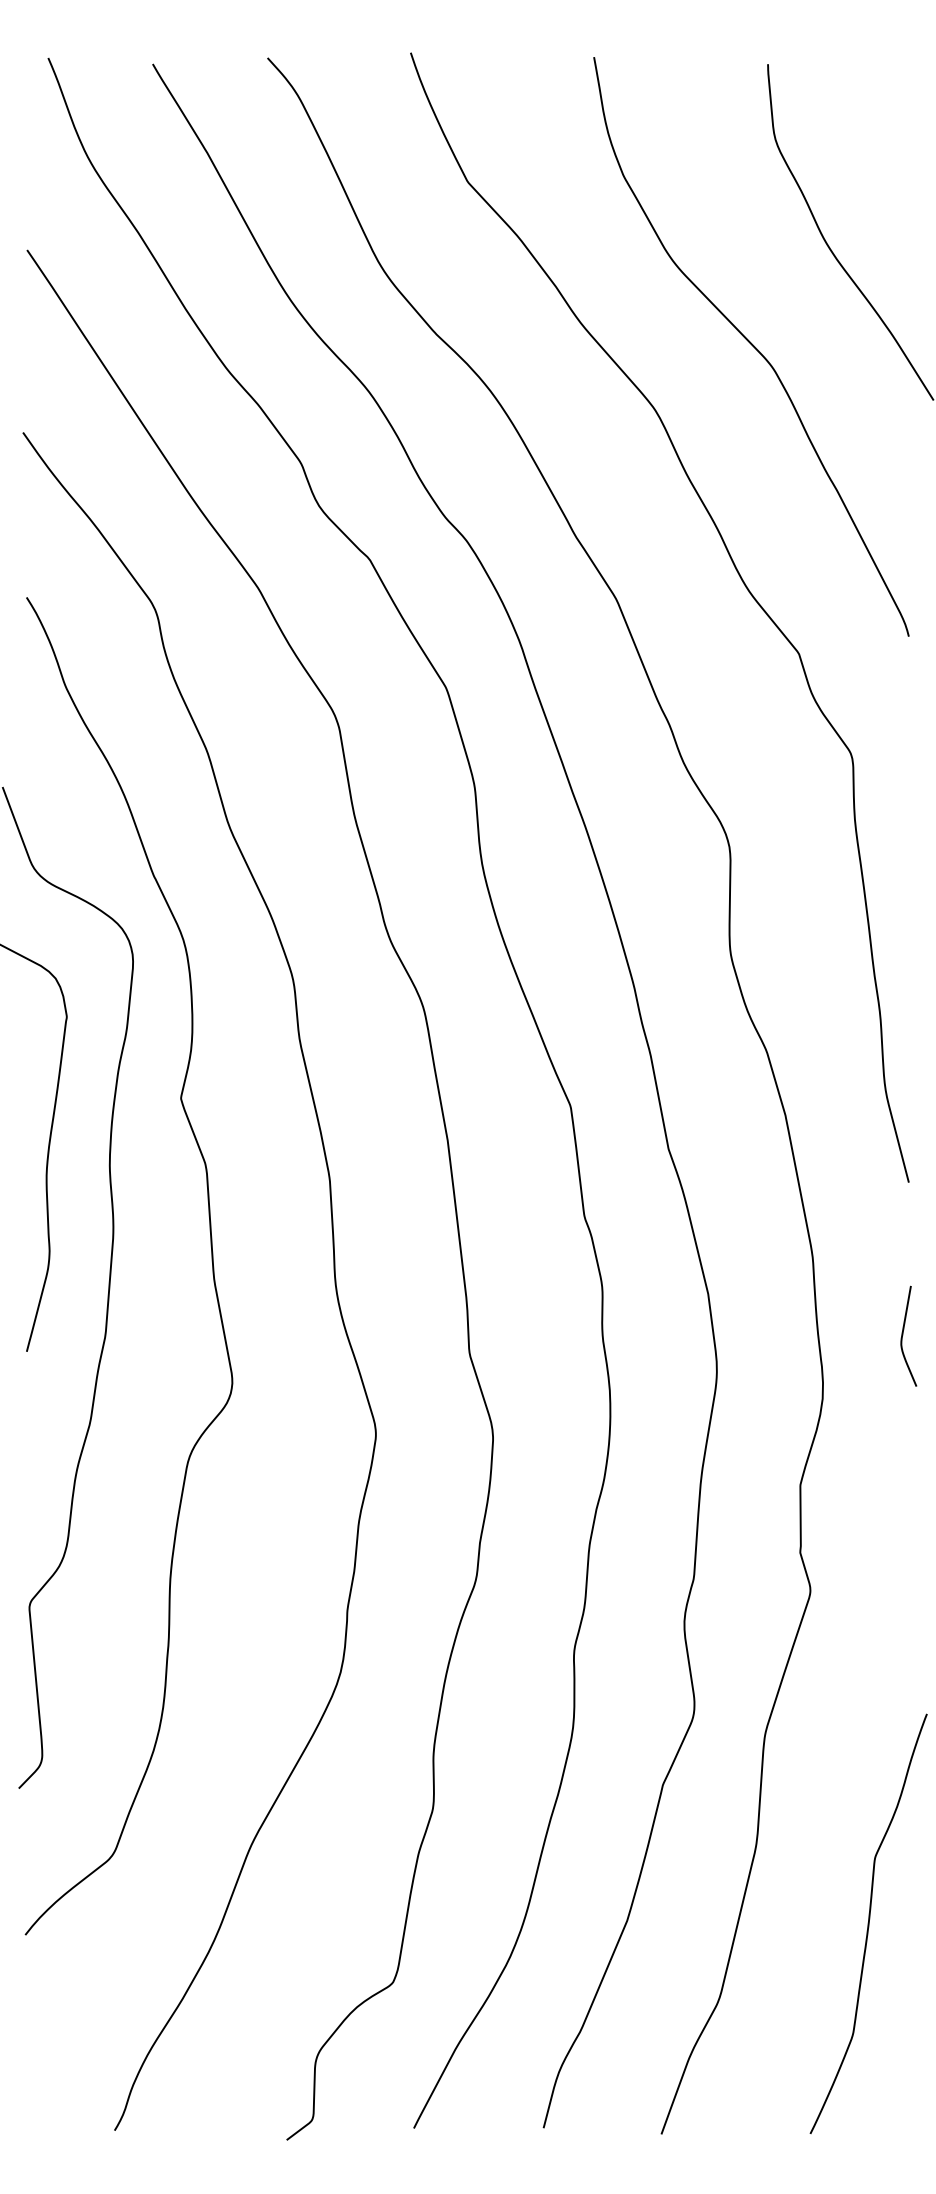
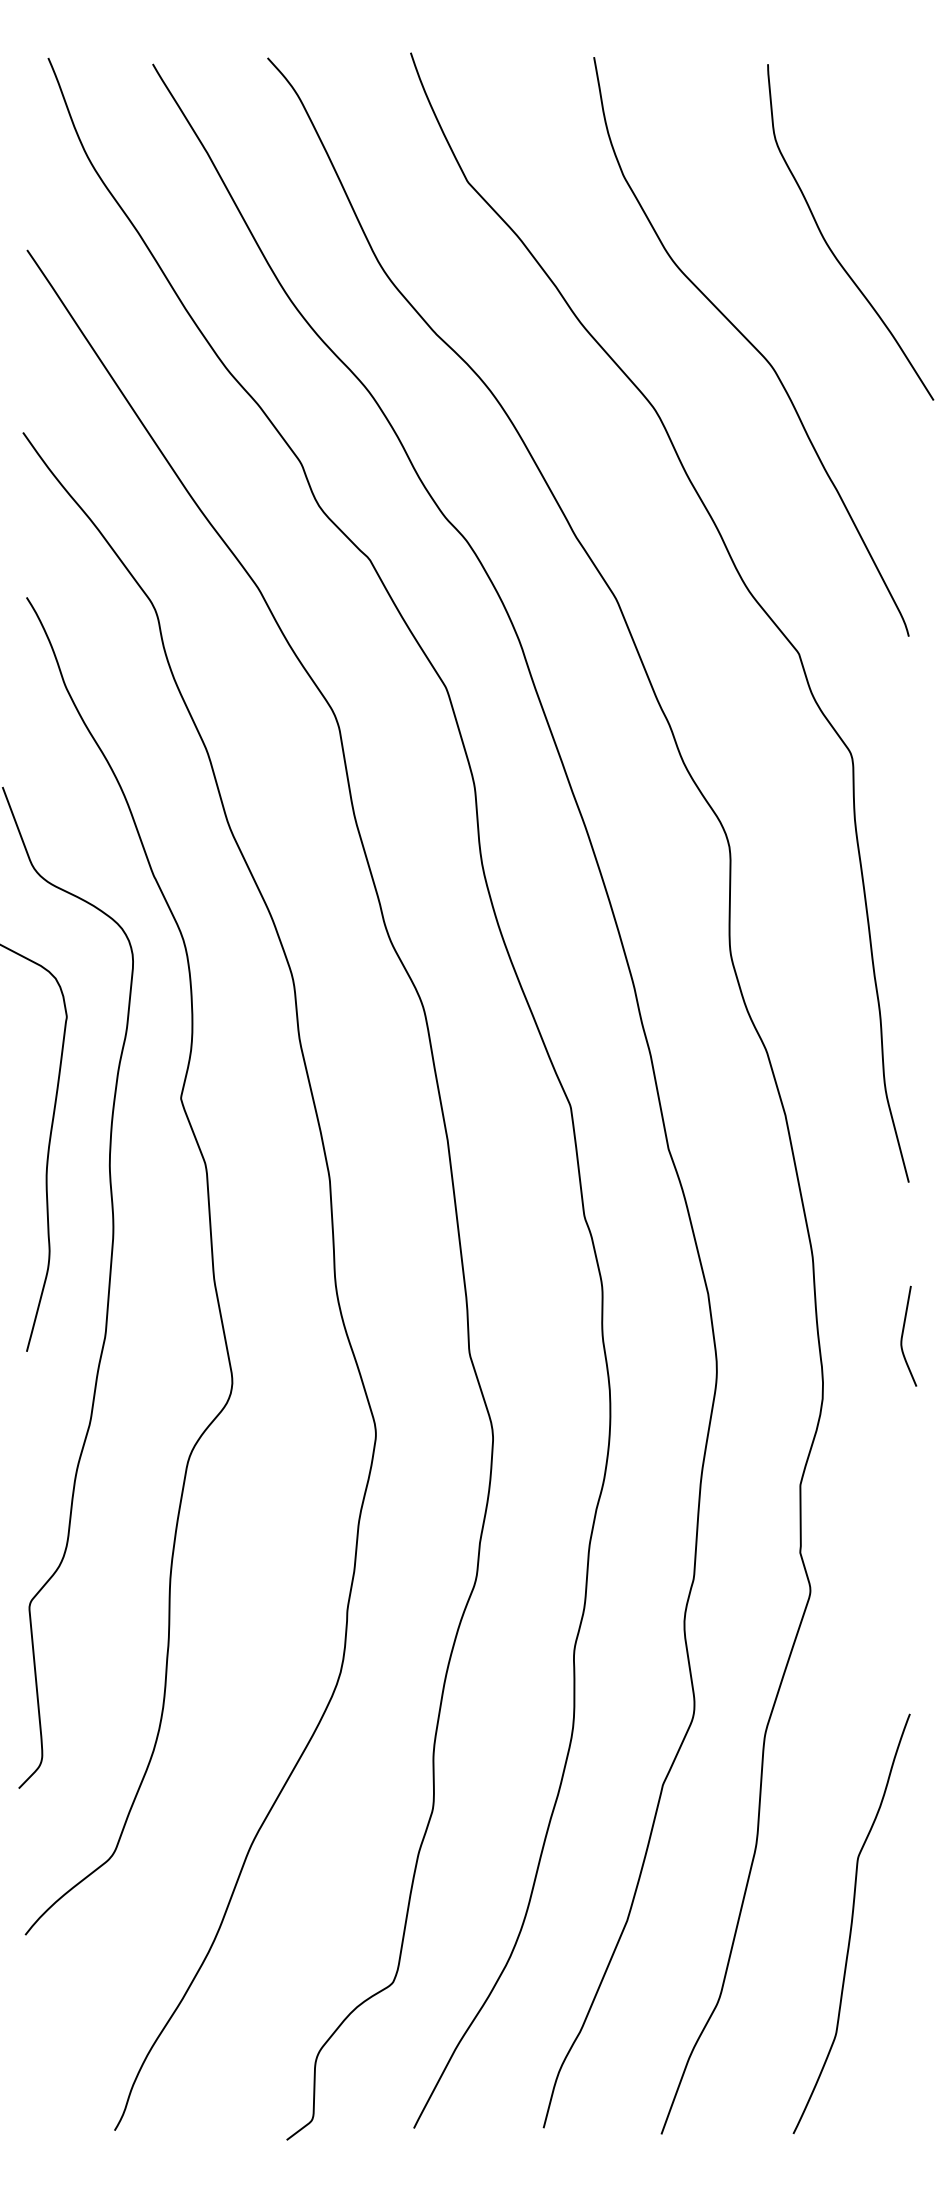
curve at (868, 1923) position: (868, 1923) -> (851, 1923)
